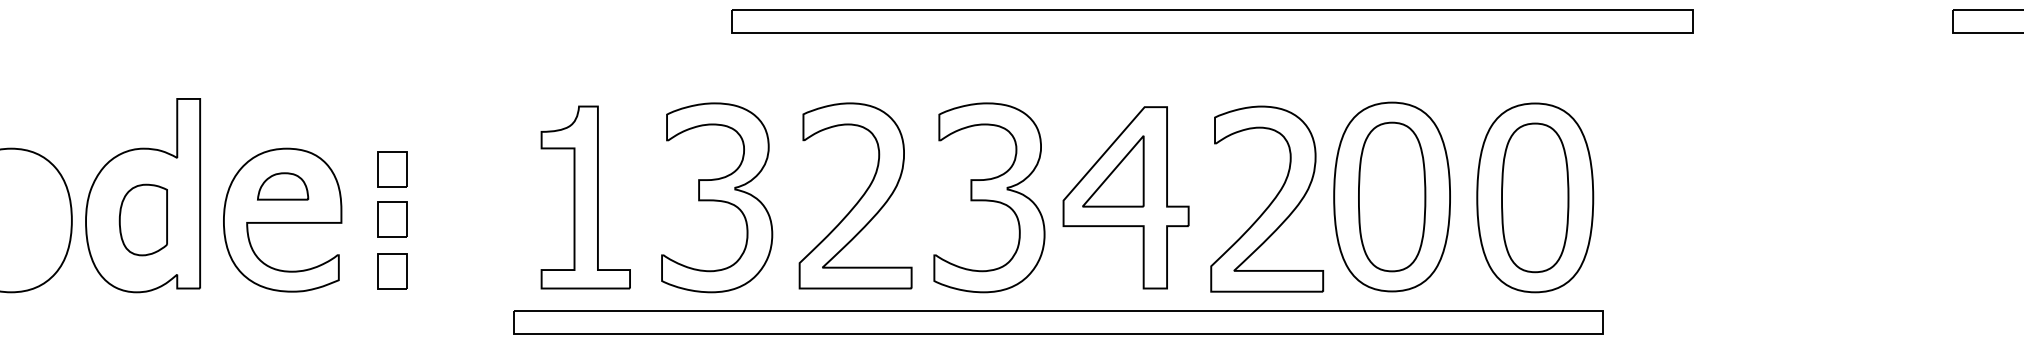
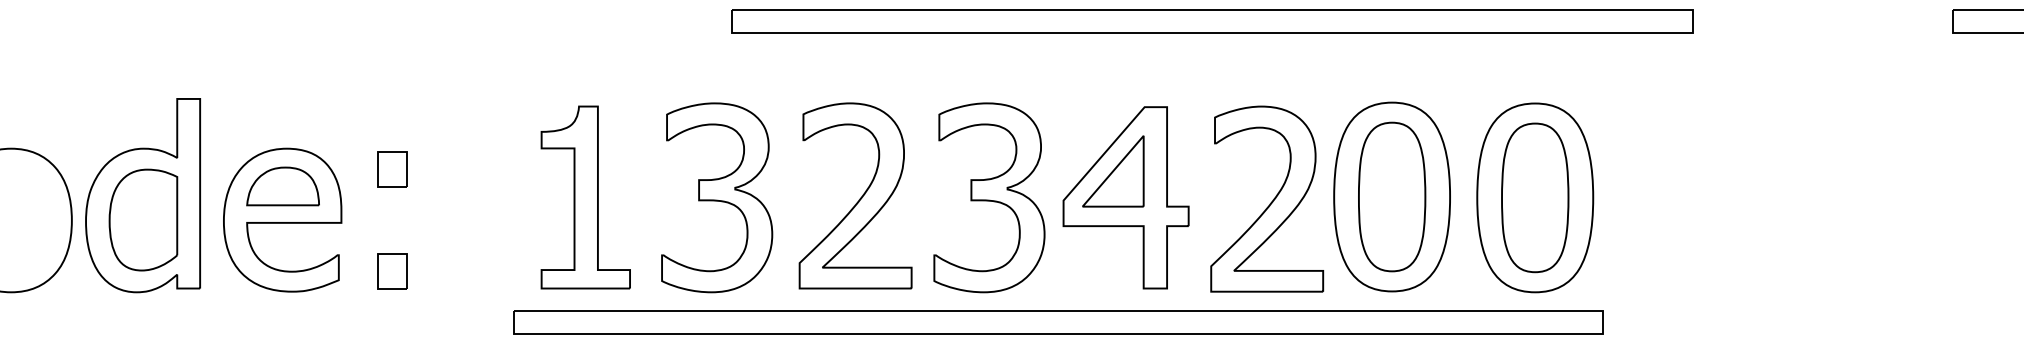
part at (283, 186) size: 53x29 px -> 74x41 px
part at (142, 219) size: 50x74 px -> 71x104 px
part at (392, 219): present -> none
